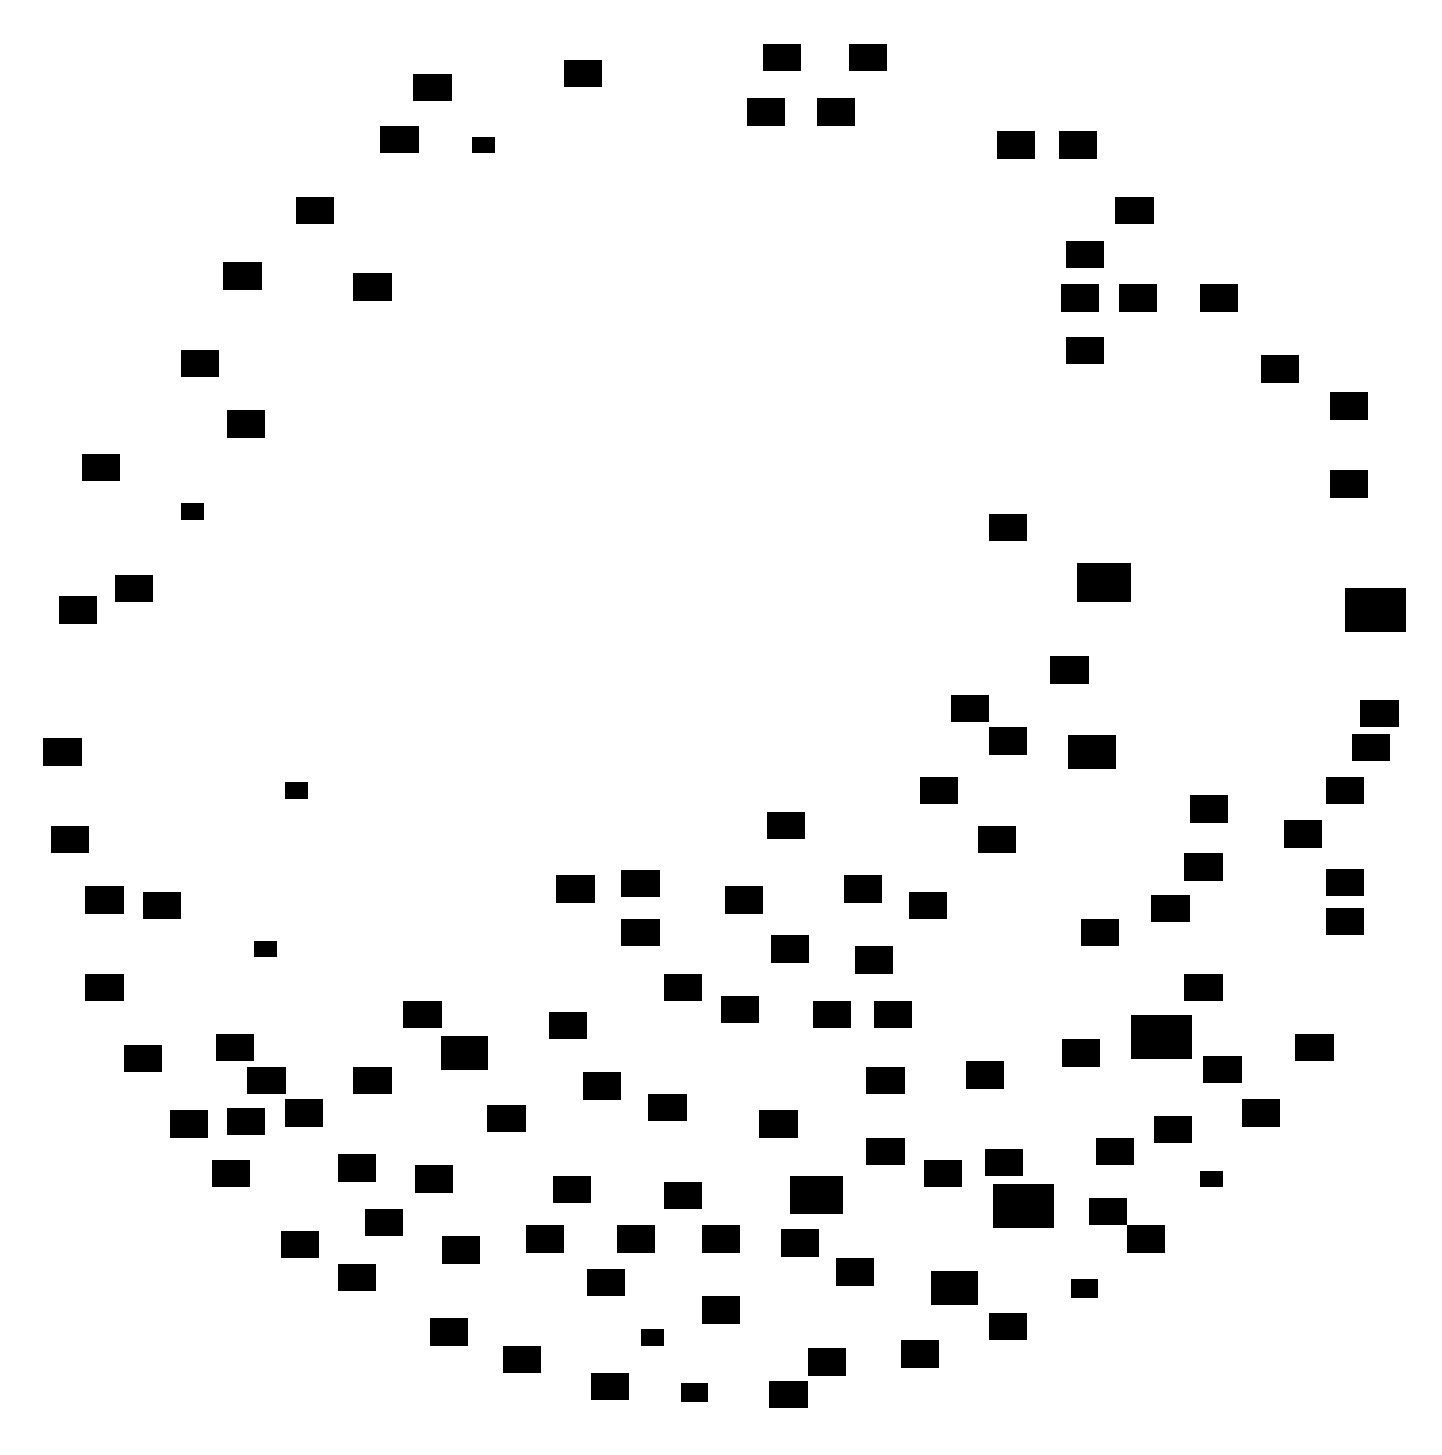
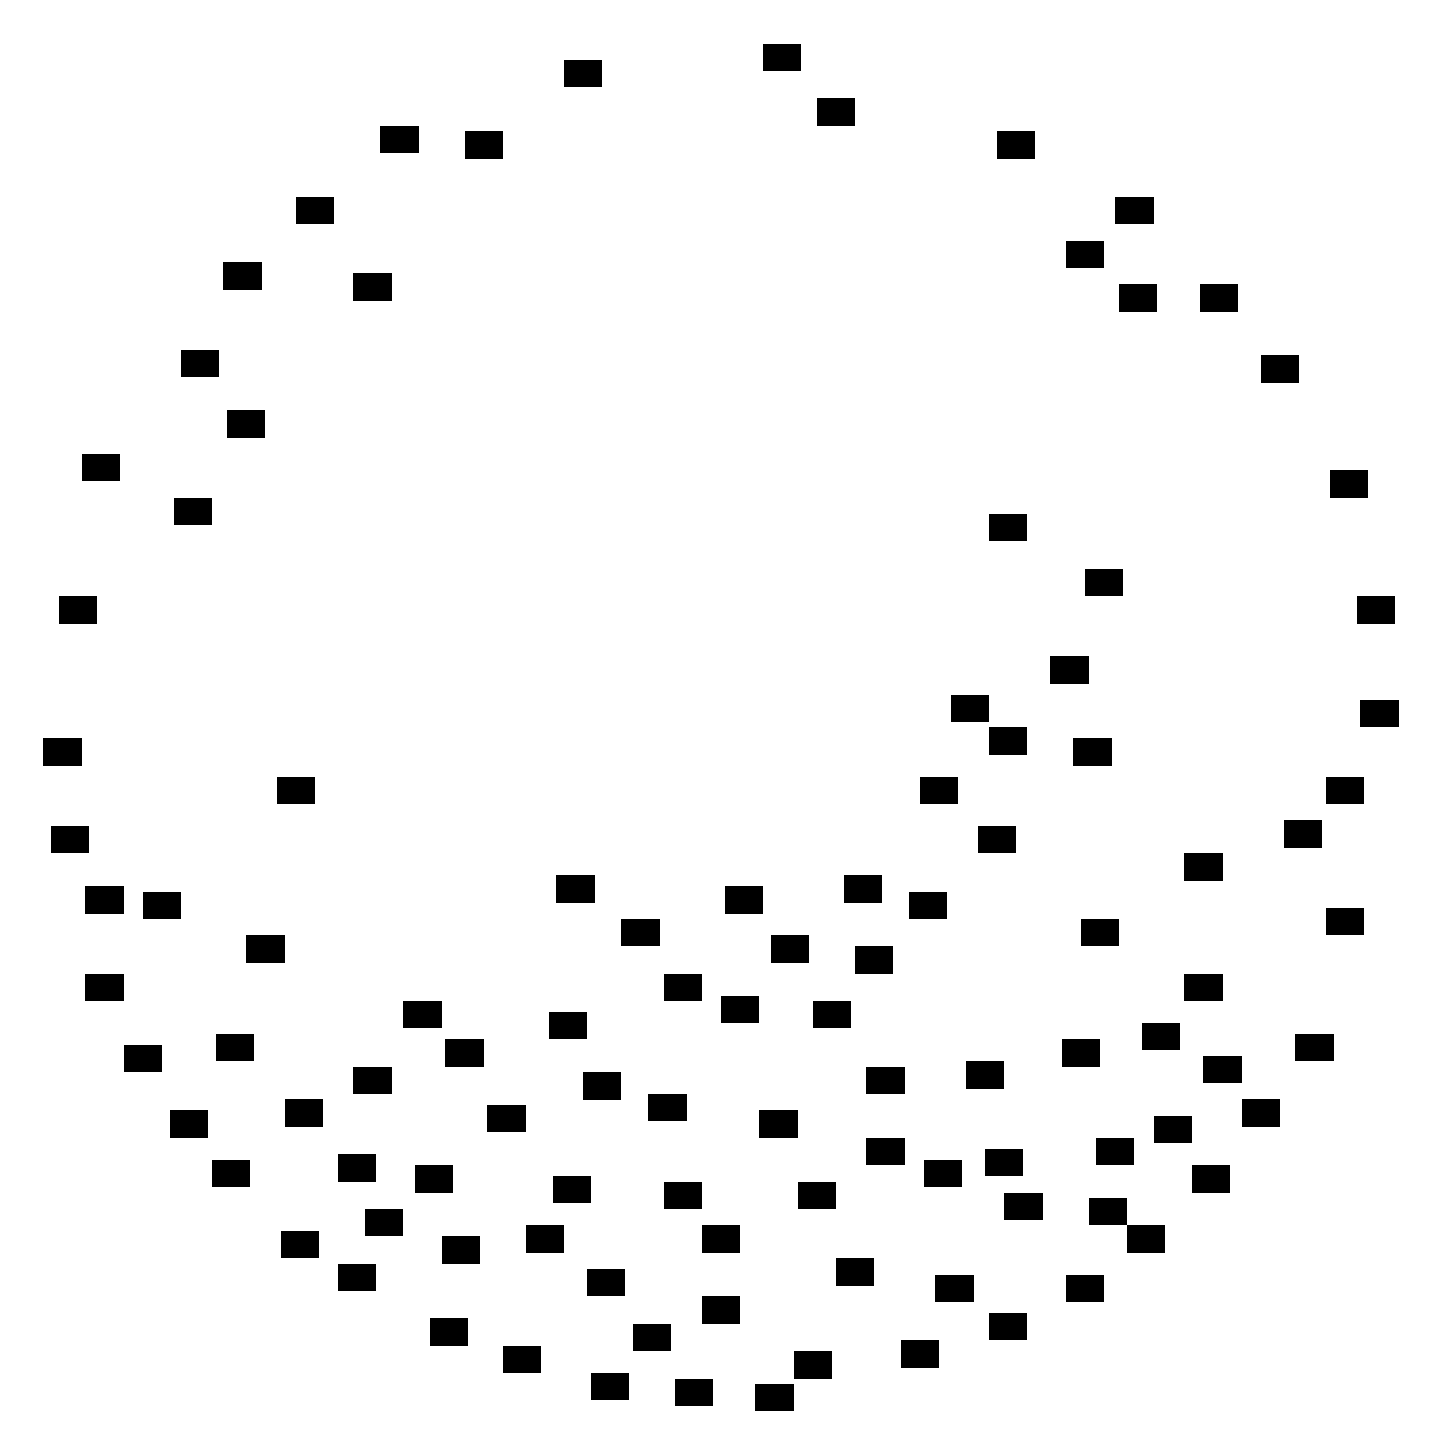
part at (867, 57): present -> none
part at (432, 87): present -> none
part at (765, 111): present -> none
part at (483, 144) size: 23x16 px -> 38x28 px
part at (1077, 144): present -> none
part at (1079, 297): present -> none
part at (1084, 350): present -> none
part at (1348, 405): present -> none
part at (192, 511) size: 23x17 px -> 38x27 px
part at (1103, 582) size: 54x39 px -> 38x27 px
part at (133, 588): present -> none
part at (1375, 609) size: 61x44 px -> 38x28 px
part at (1370, 747): present -> none
part at (1091, 751) size: 48x34 px -> 39x28 px
part at (296, 790) size: 23x17 px -> 38x27 px
part at (1208, 808): present -> none
part at (785, 825): present -> none
part at (1344, 882): present -> none
part at (640, 883): present -> none
part at (1170, 908): present -> none
part at (265, 948) size: 23x16 px -> 39x28 px
part at (892, 1014): present -> none
part at (1161, 1036) size: 61x44 px -> 38x27 px
part at (464, 1052) size: 47x34 px -> 39x28 px
part at (266, 1080): present -> none
part at (245, 1121): present -> none
part at (1211, 1178) size: 23x16 px -> 38x28 px
part at (816, 1194) size: 53x38 px -> 38x27 px
part at (1023, 1205) size: 61x44 px -> 39x27 px
part at (635, 1238): present -> none
part at (799, 1242): present -> none
part at (954, 1287) size: 47x34 px -> 39x27 px
part at (1084, 1288) size: 27x19 px -> 38x27 px
part at (652, 1337) size: 23x17 px -> 38x27 px
part at (807, 1377) position: (807, 1377) -> (793, 1380)
part at (694, 1392) size: 27x19 px -> 38x27 px
